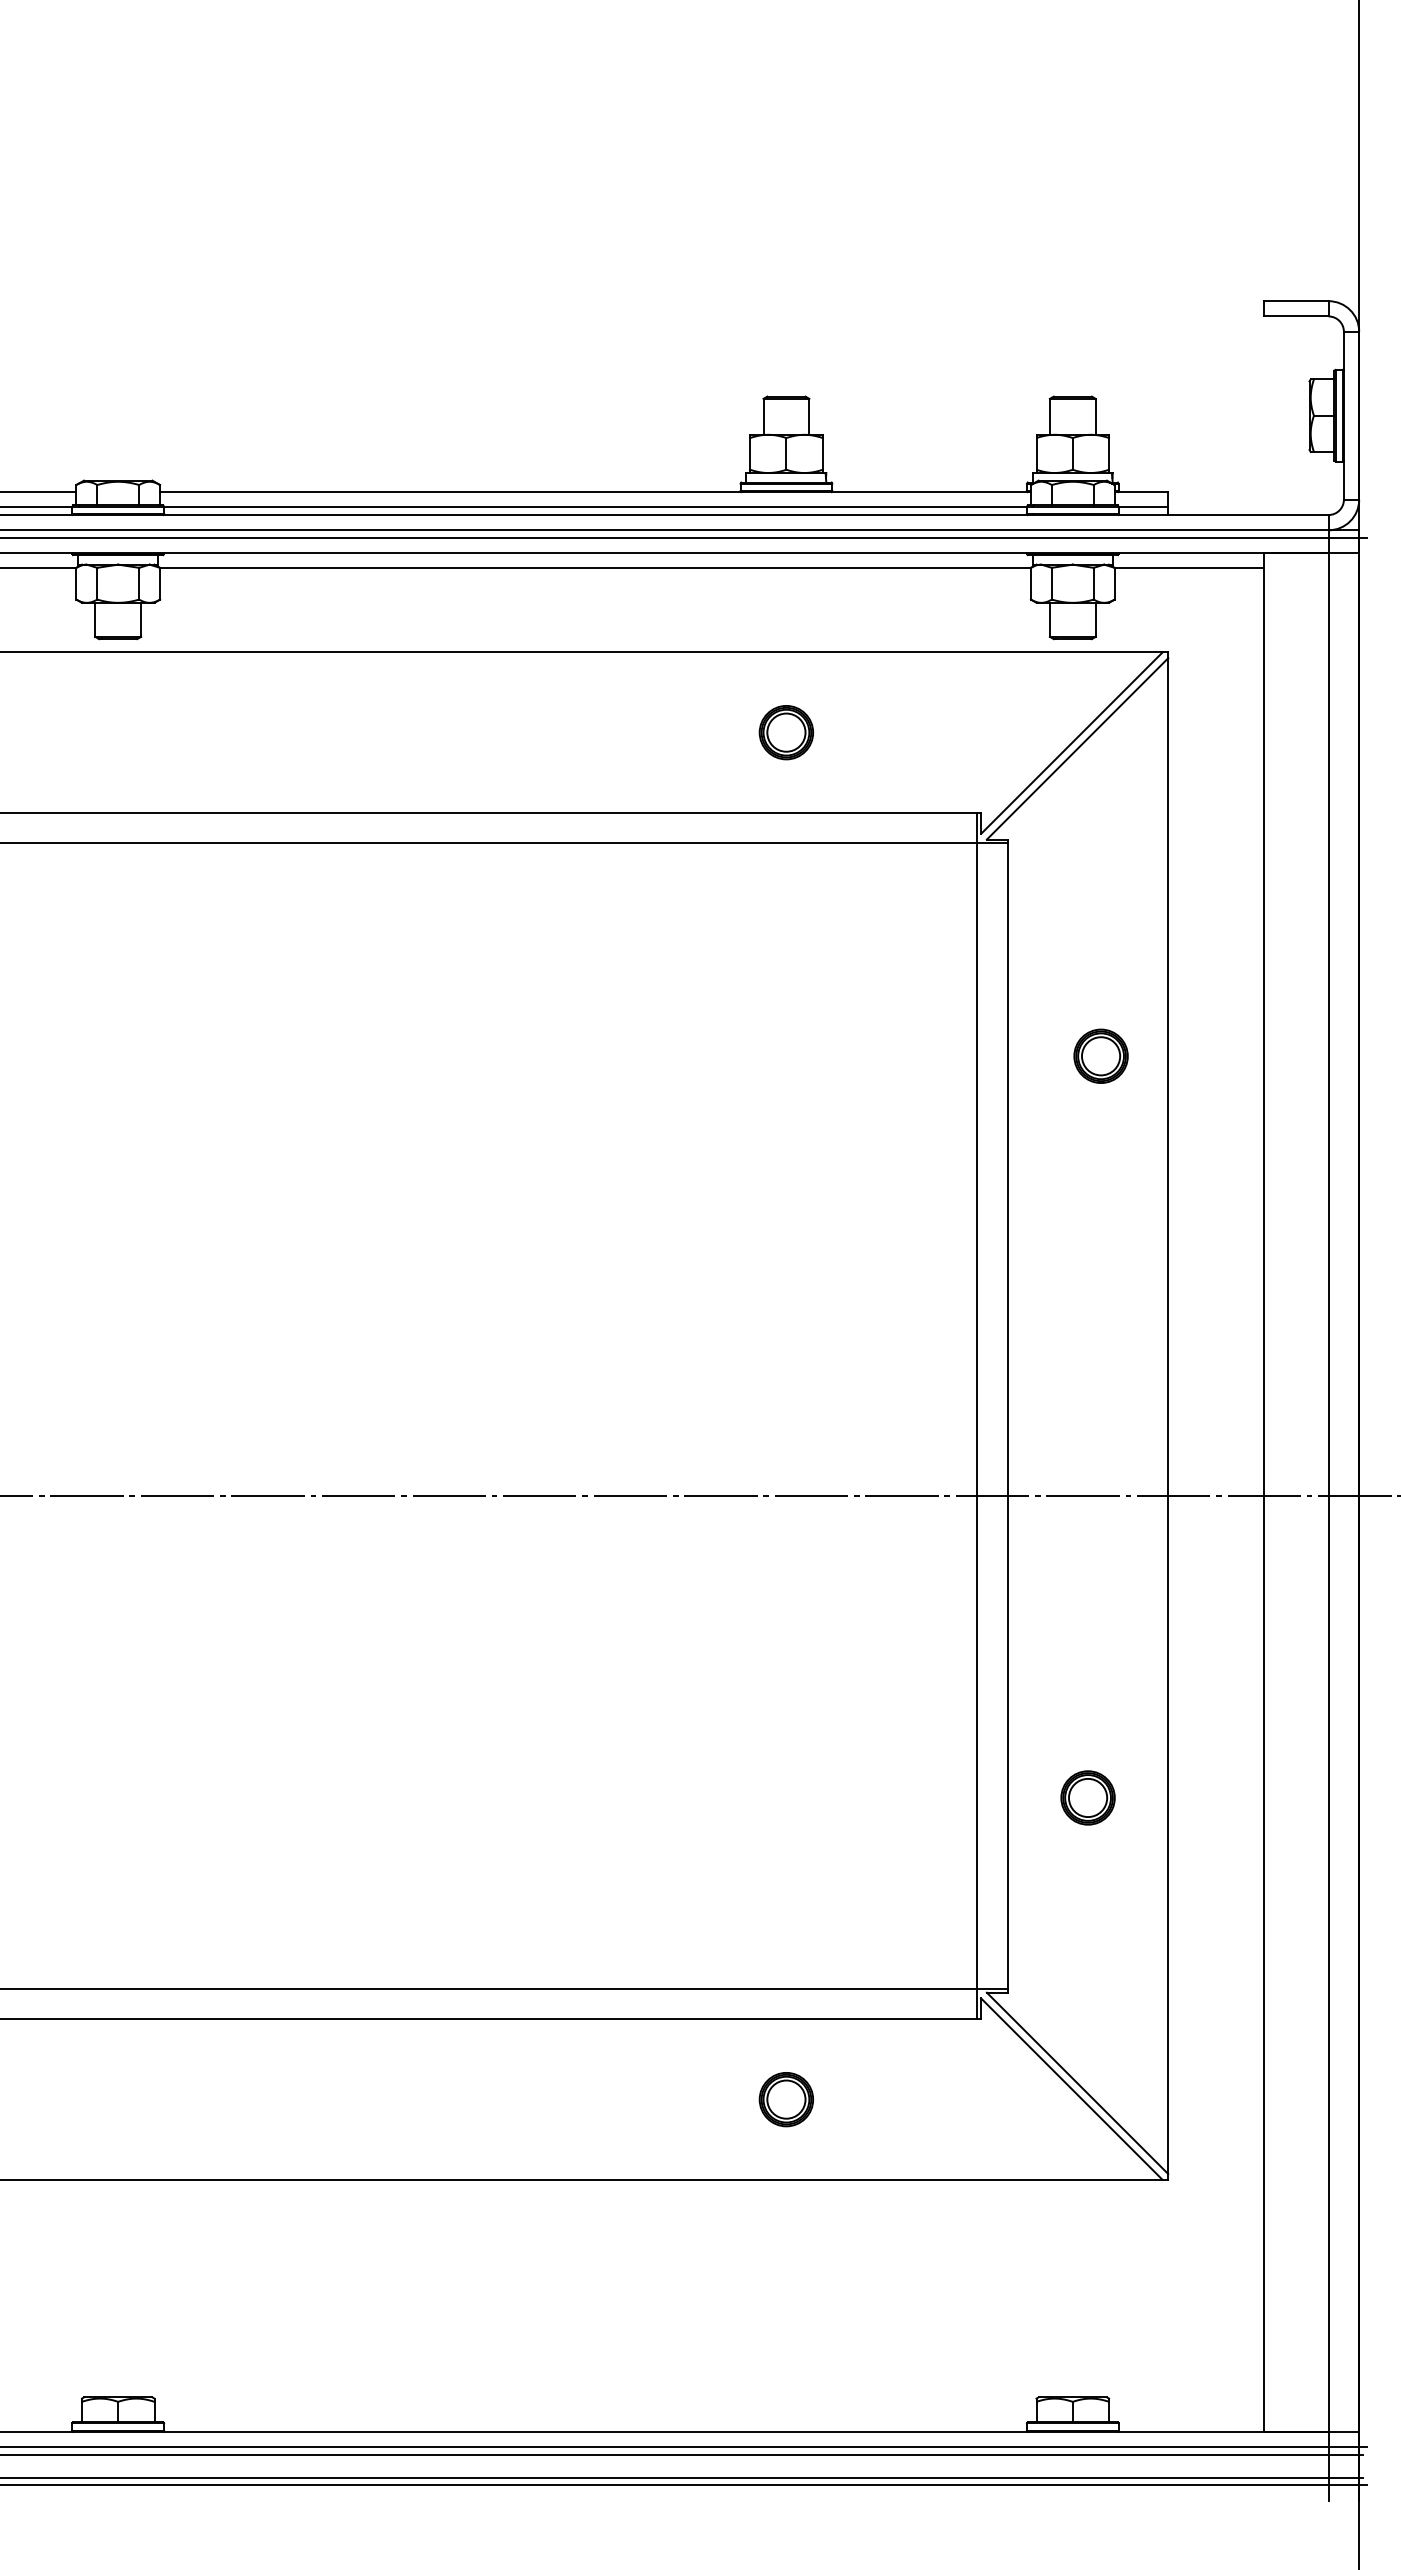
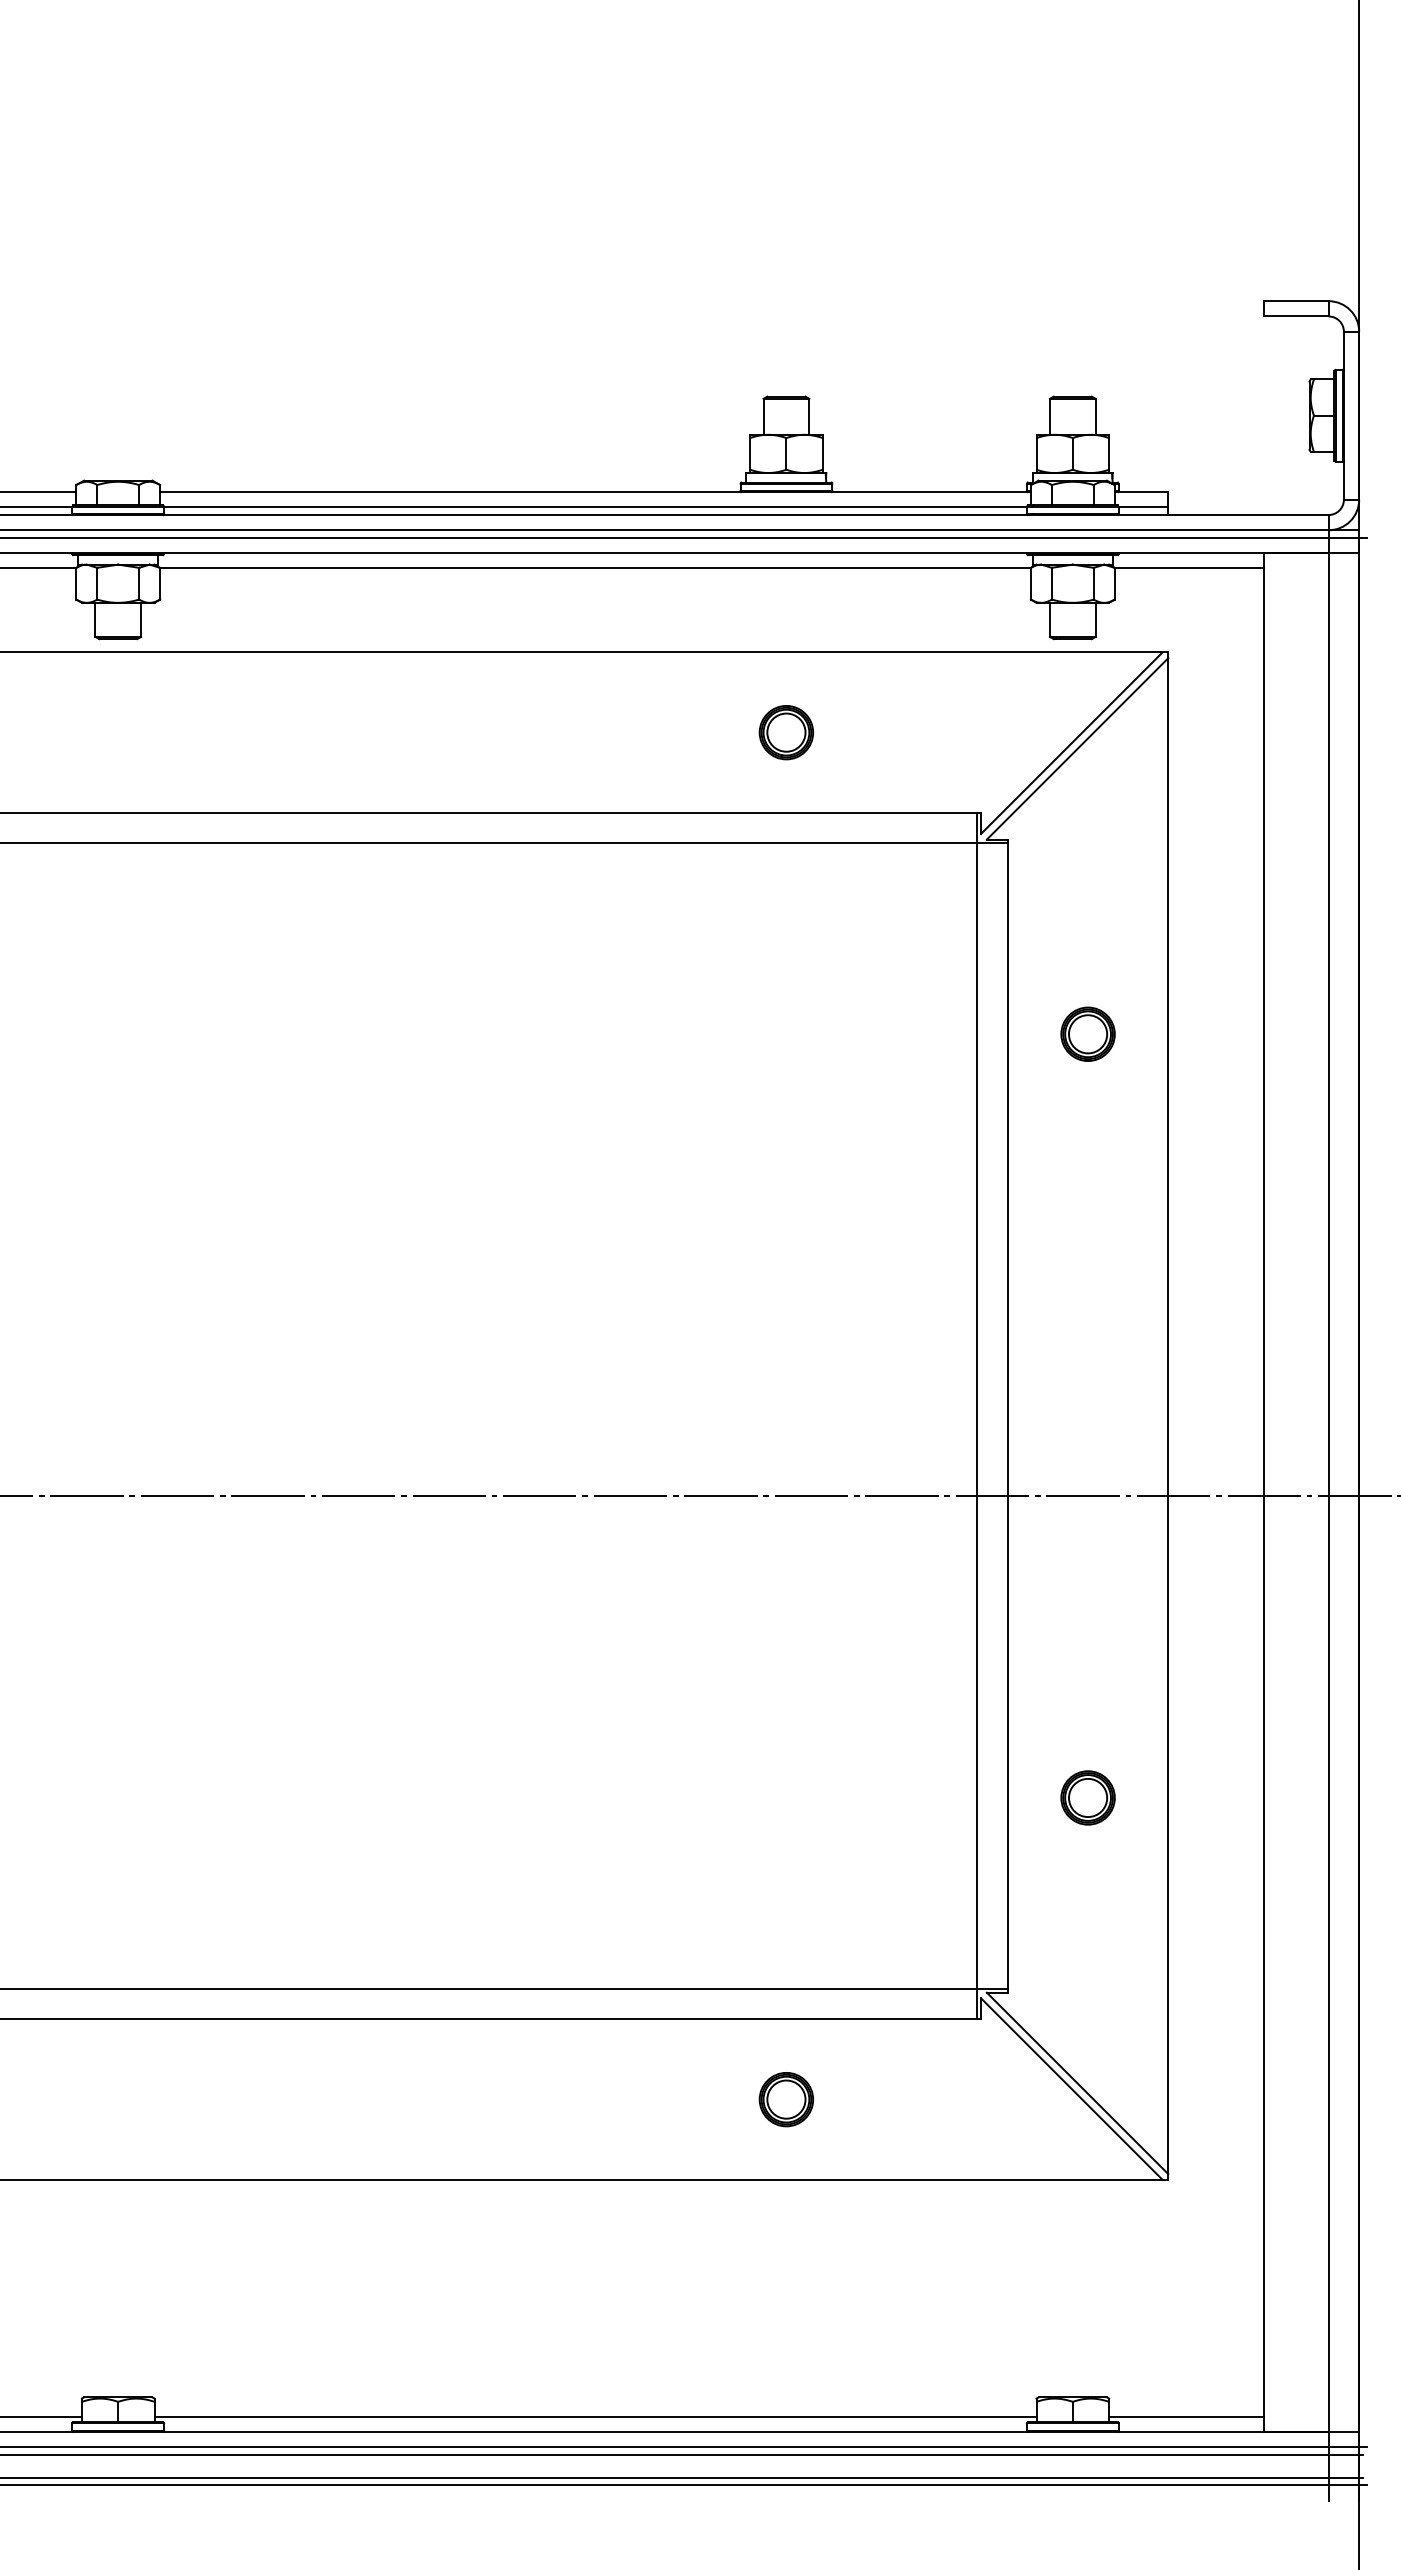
part at (1100, 1055) position: (1100, 1055) -> (1087, 1033)
line at (41, 2416): none -> present
line at (595, 2416): none -> present
line at (1186, 2416): none -> present
